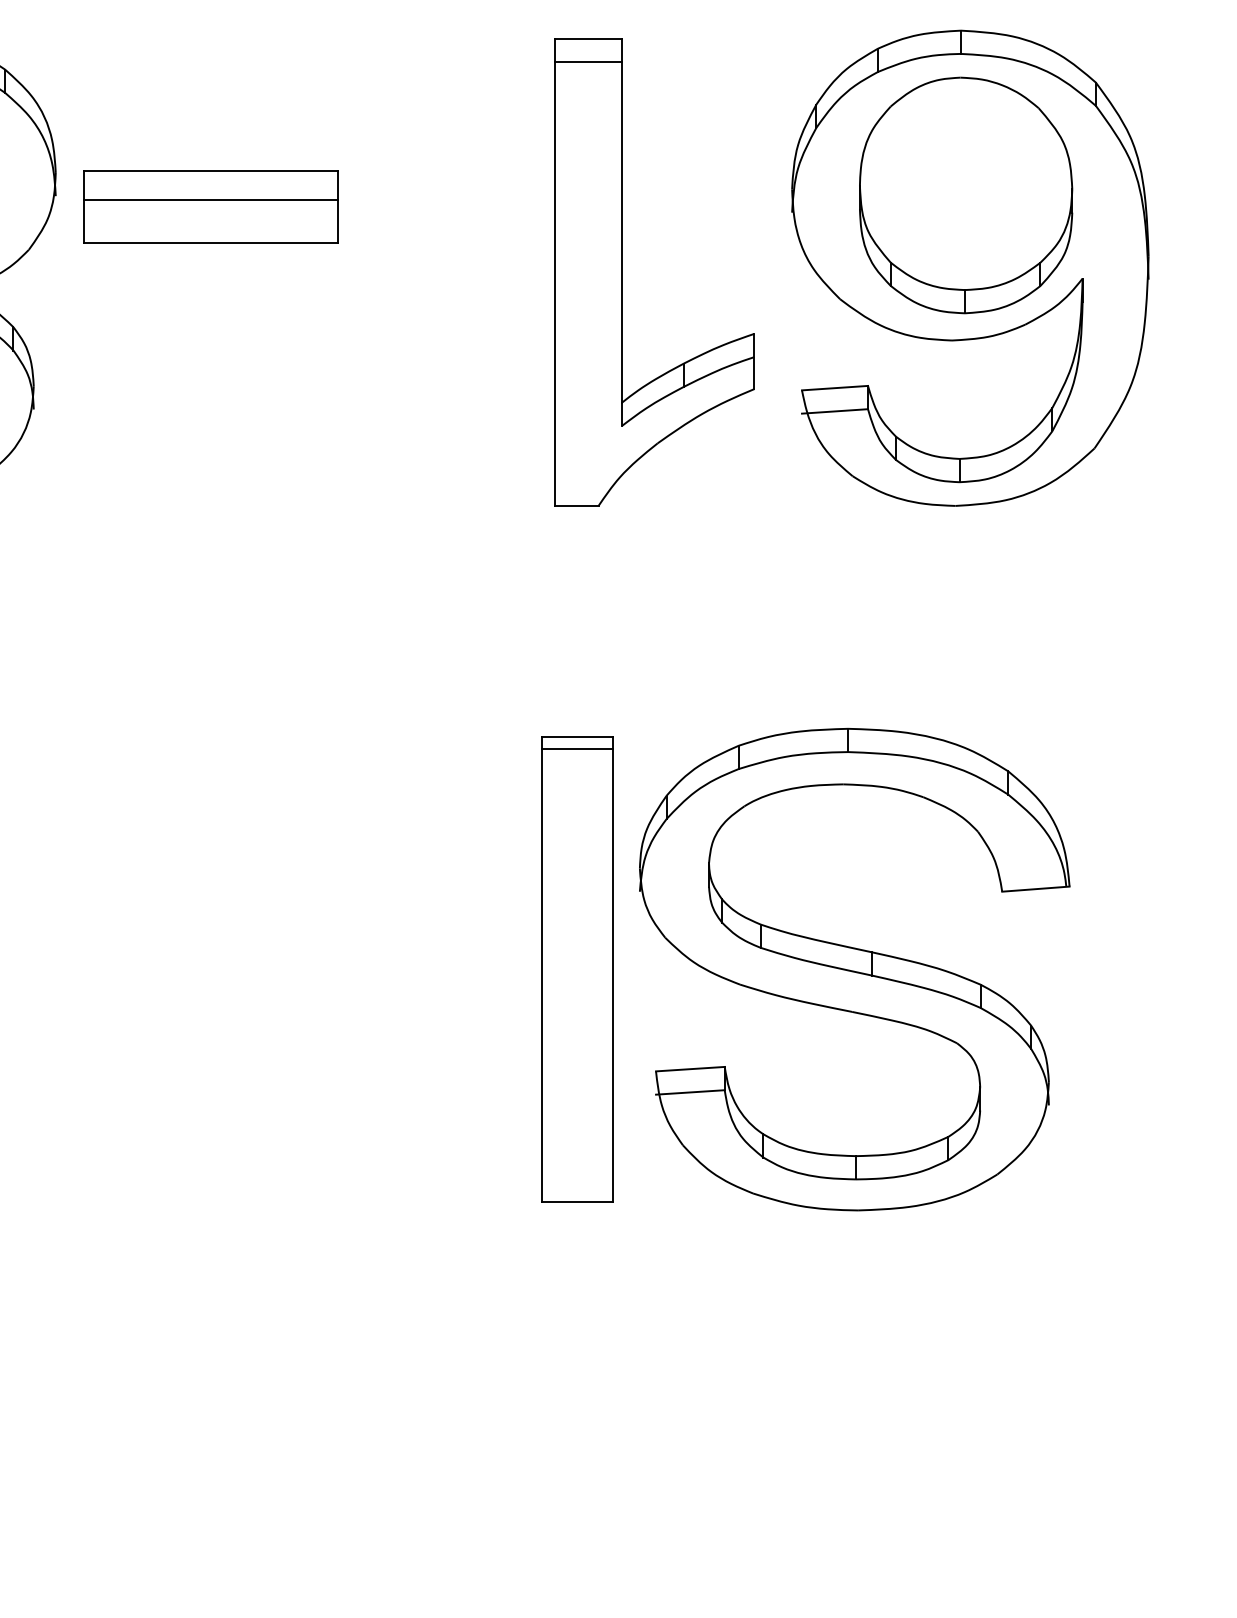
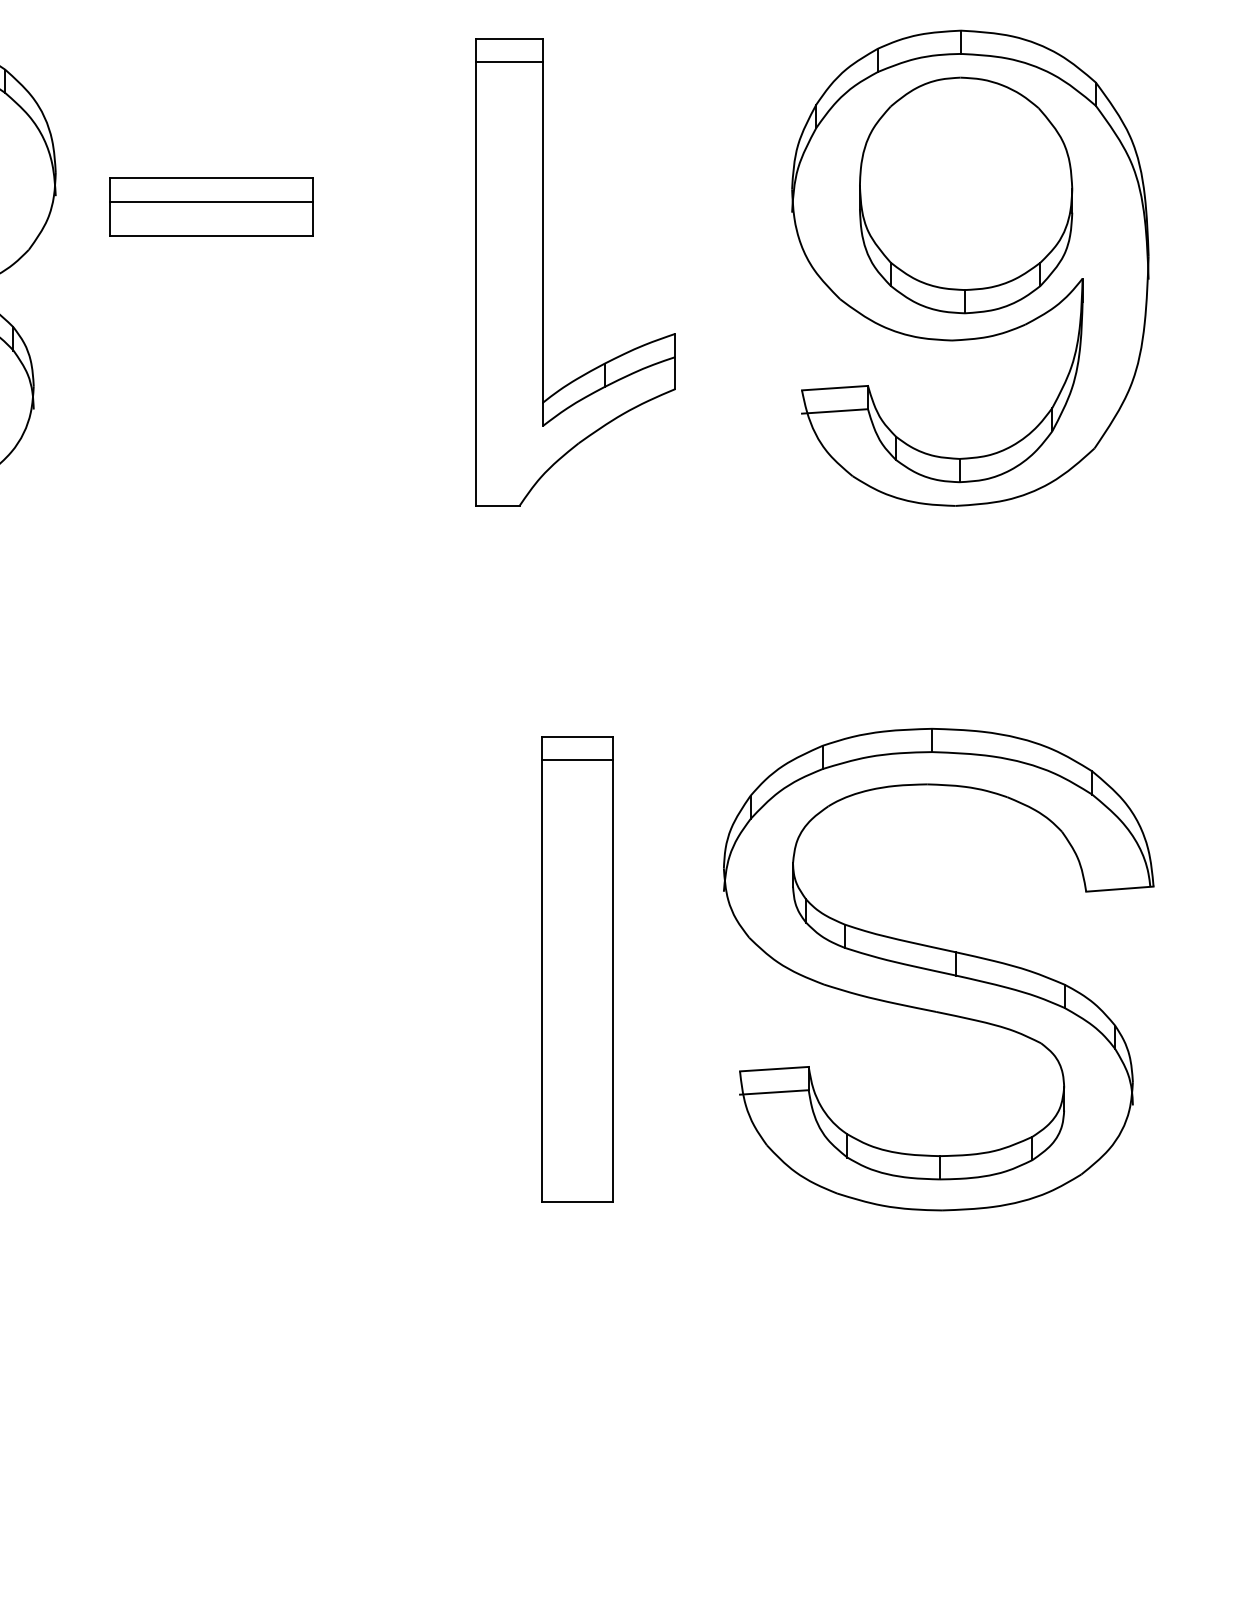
part at (210, 206) size: 256x74 px -> 205x60 px
part at (622, 272) position: (622, 272) -> (543, 272)
line at (576, 749) position: (576, 749) -> (576, 760)
part at (854, 969) position: (854, 969) -> (938, 969)
